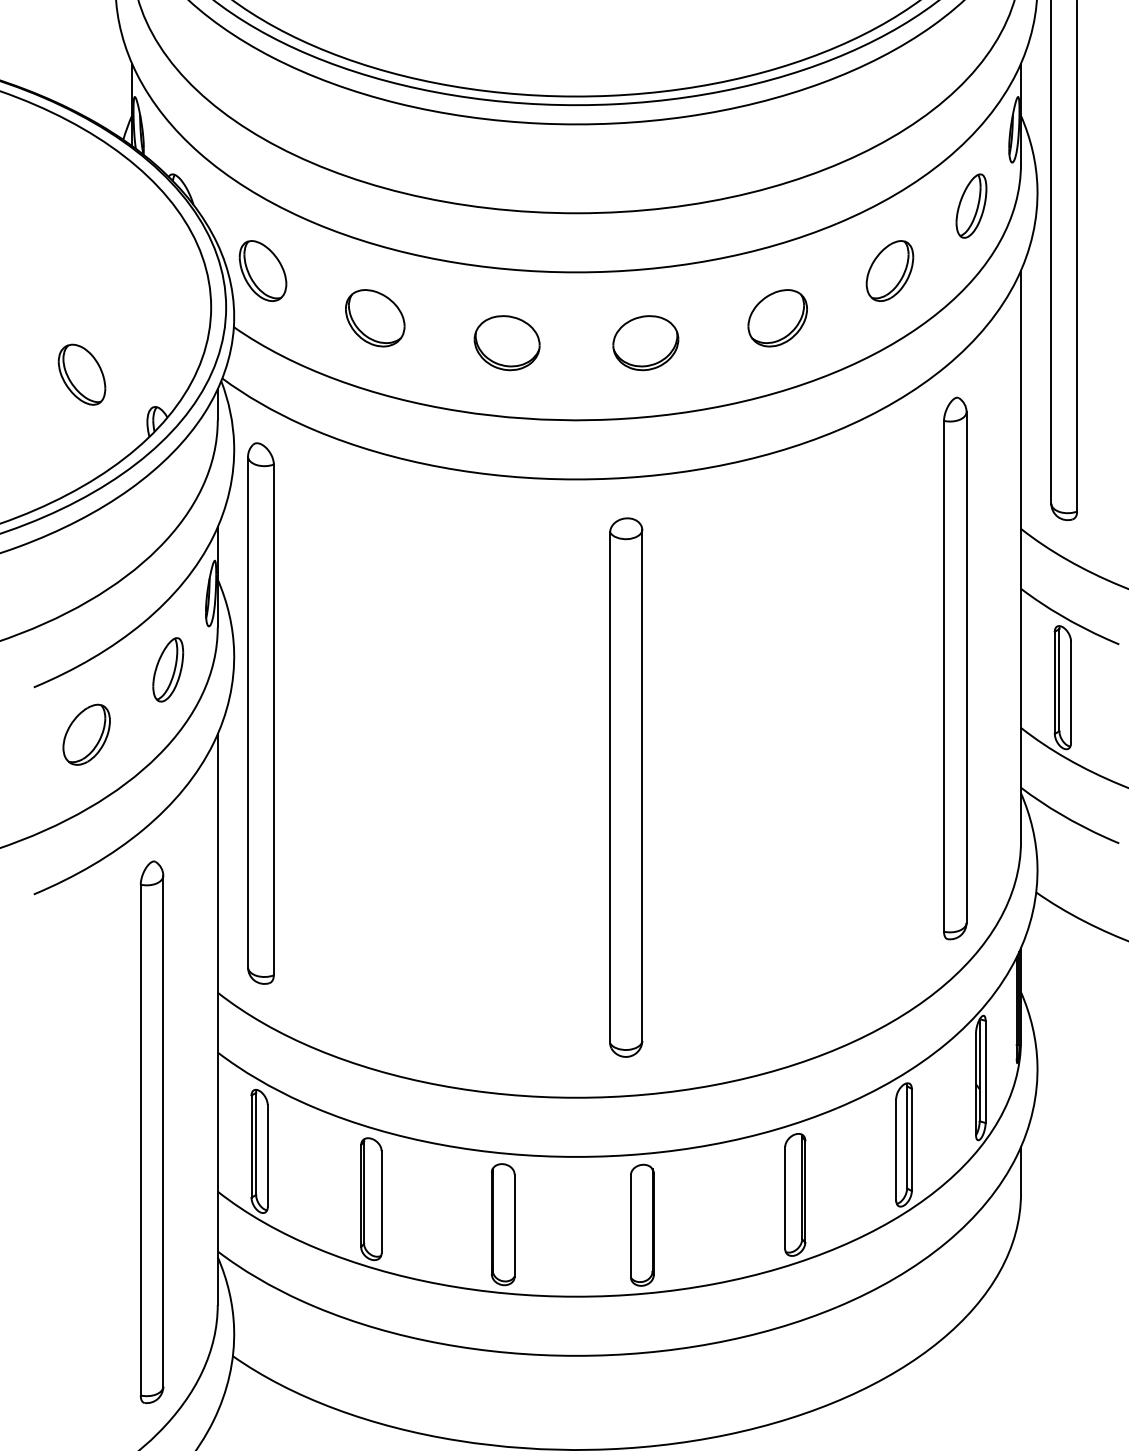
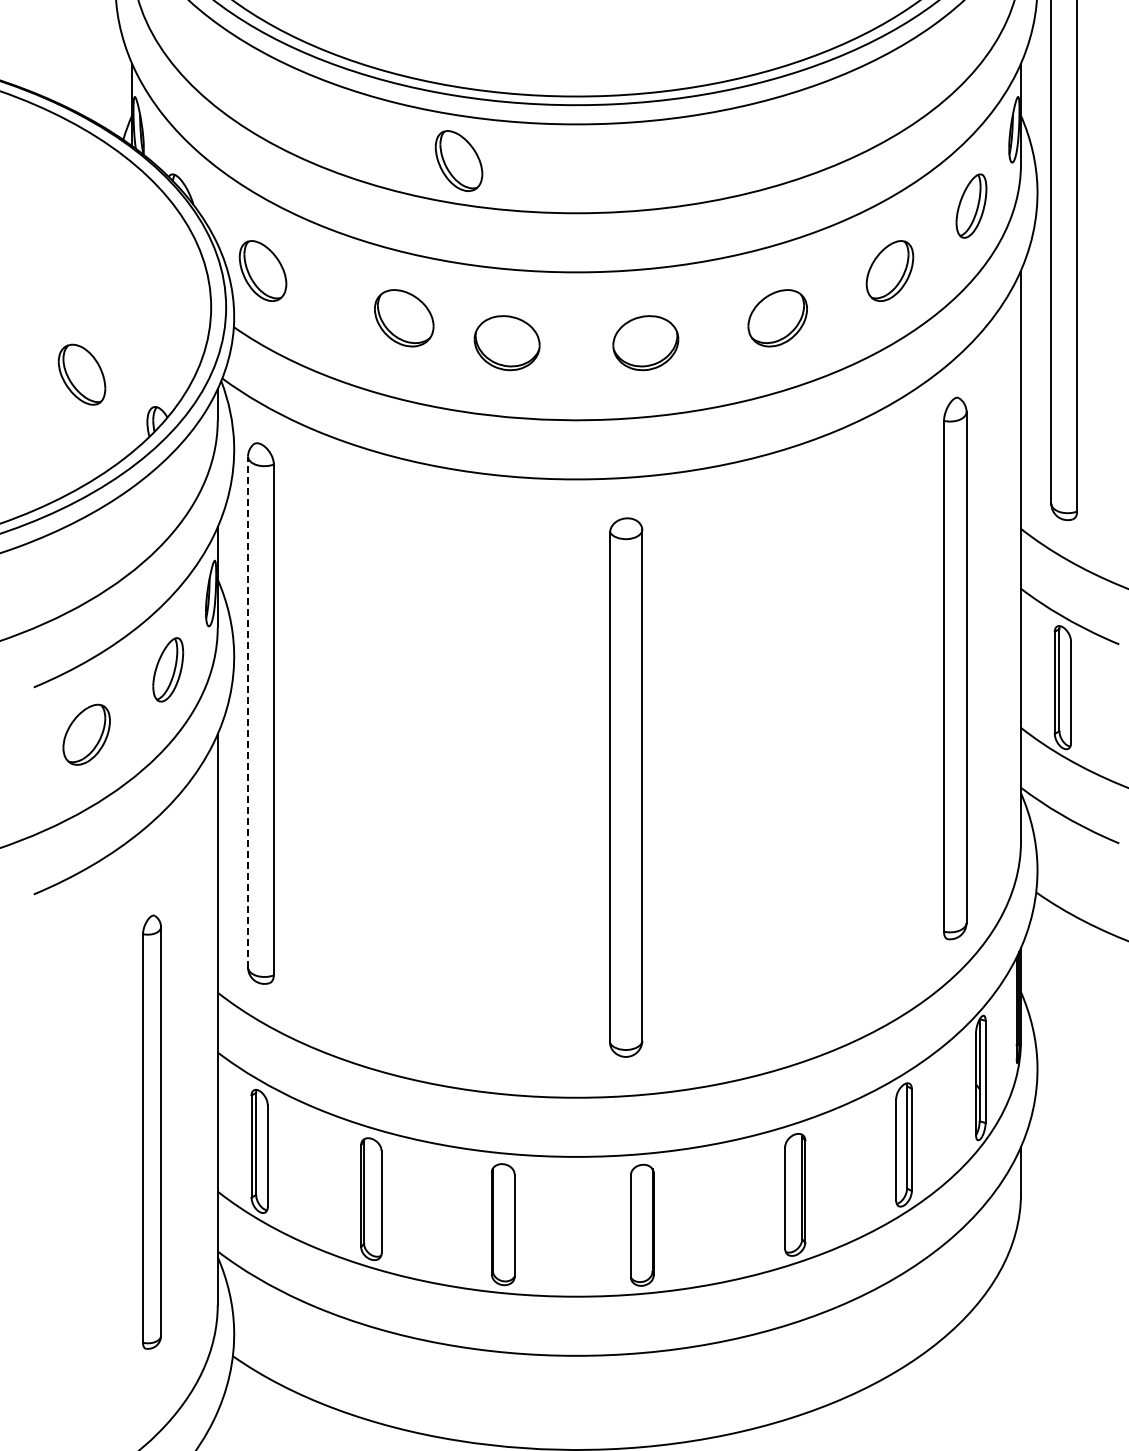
part at (458, 160): none -> present
part at (375, 318) position: (375, 318) -> (404, 318)
line at (248, 711): solid -> dashed
part at (151, 1131) size: 26x544 px -> 20x436 px
